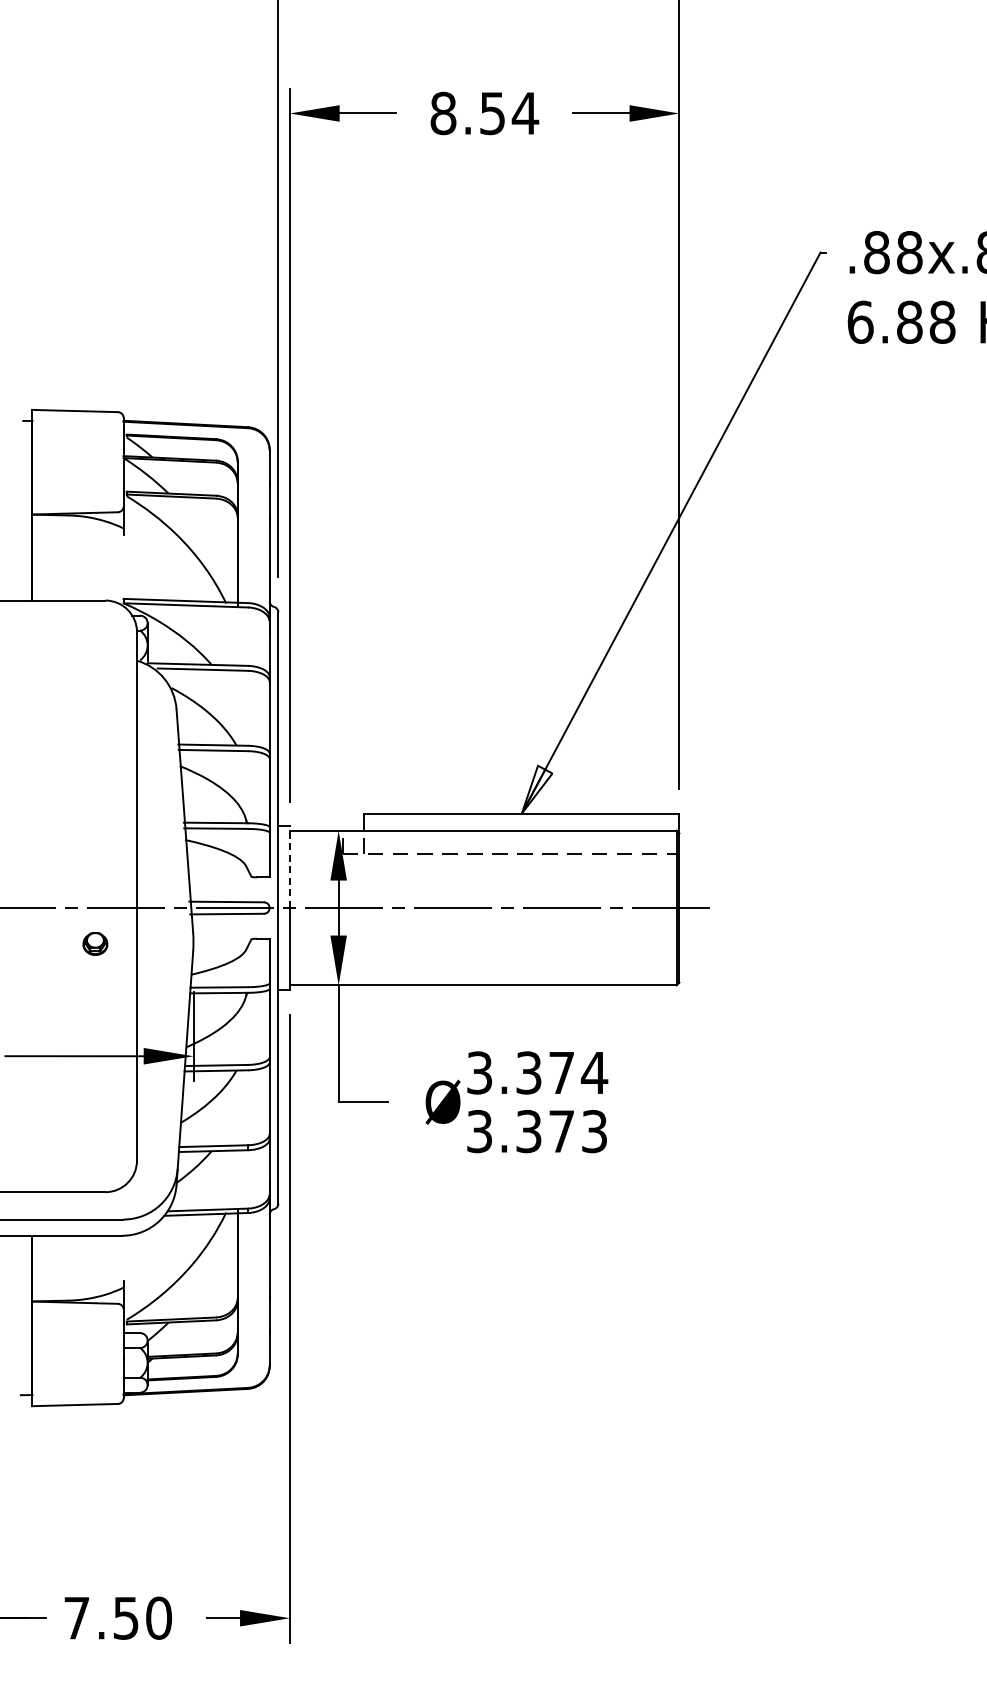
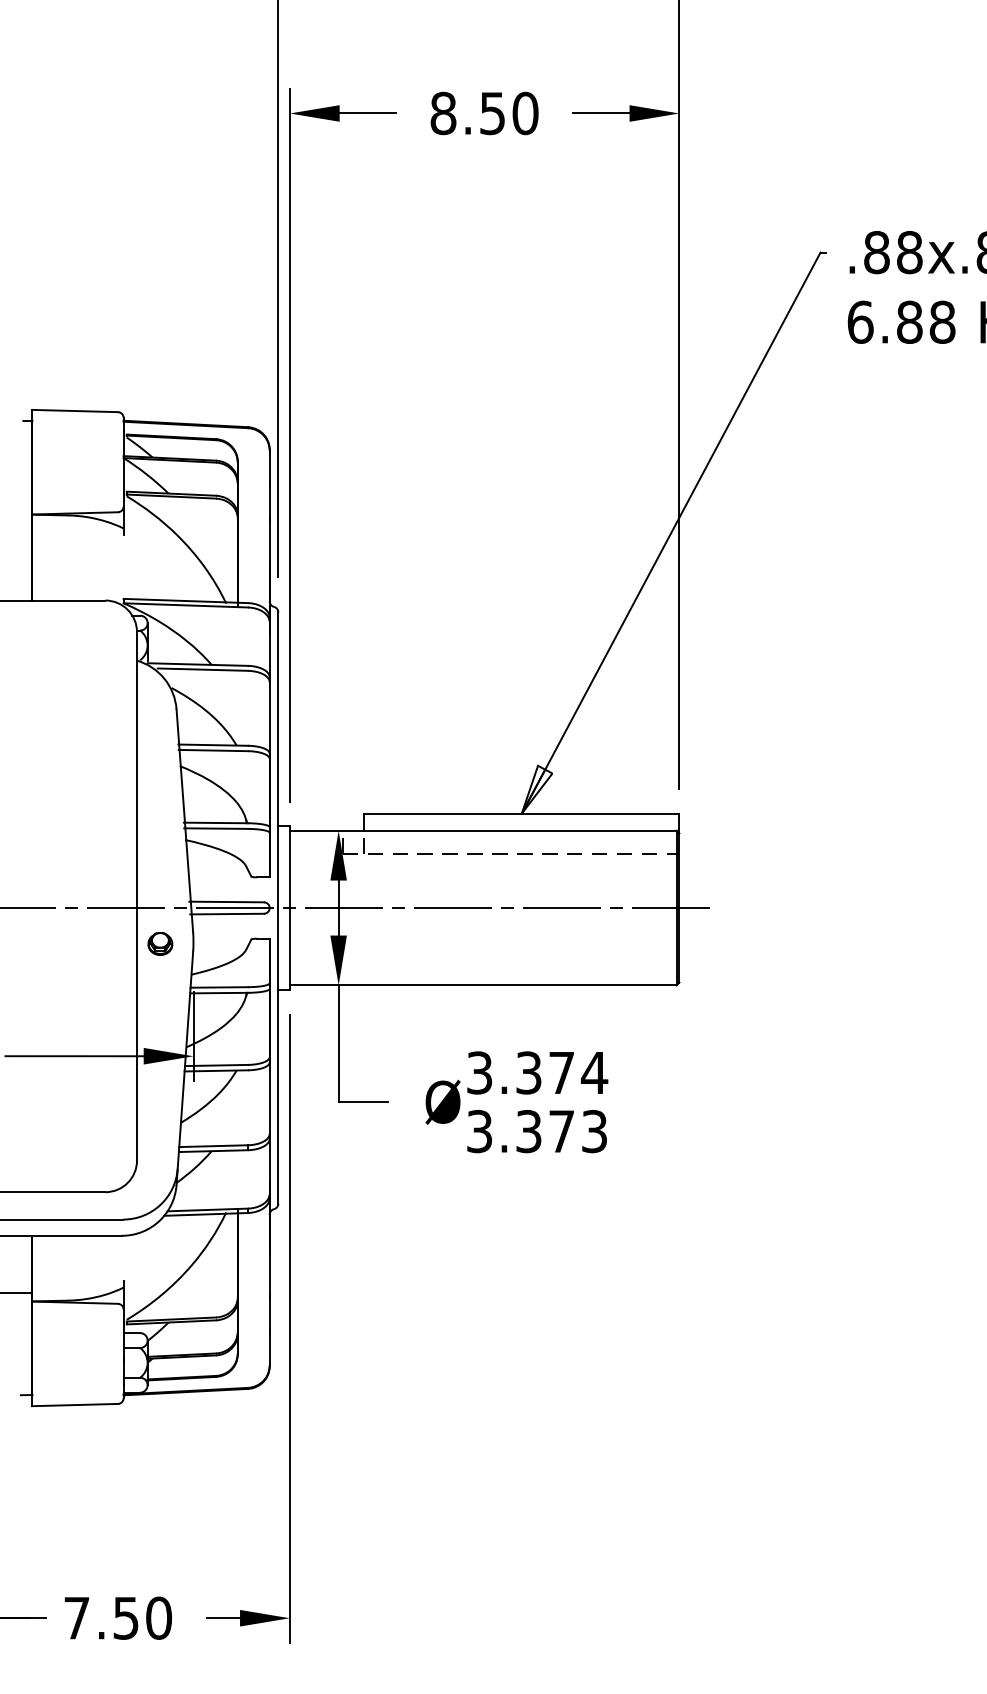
text at (525, 113): 8.54 -> 8.50
line at (289, 867): dashed -> solid
part at (95, 943) position: (95, 943) -> (160, 943)
line at (17, 1292): none -> present
